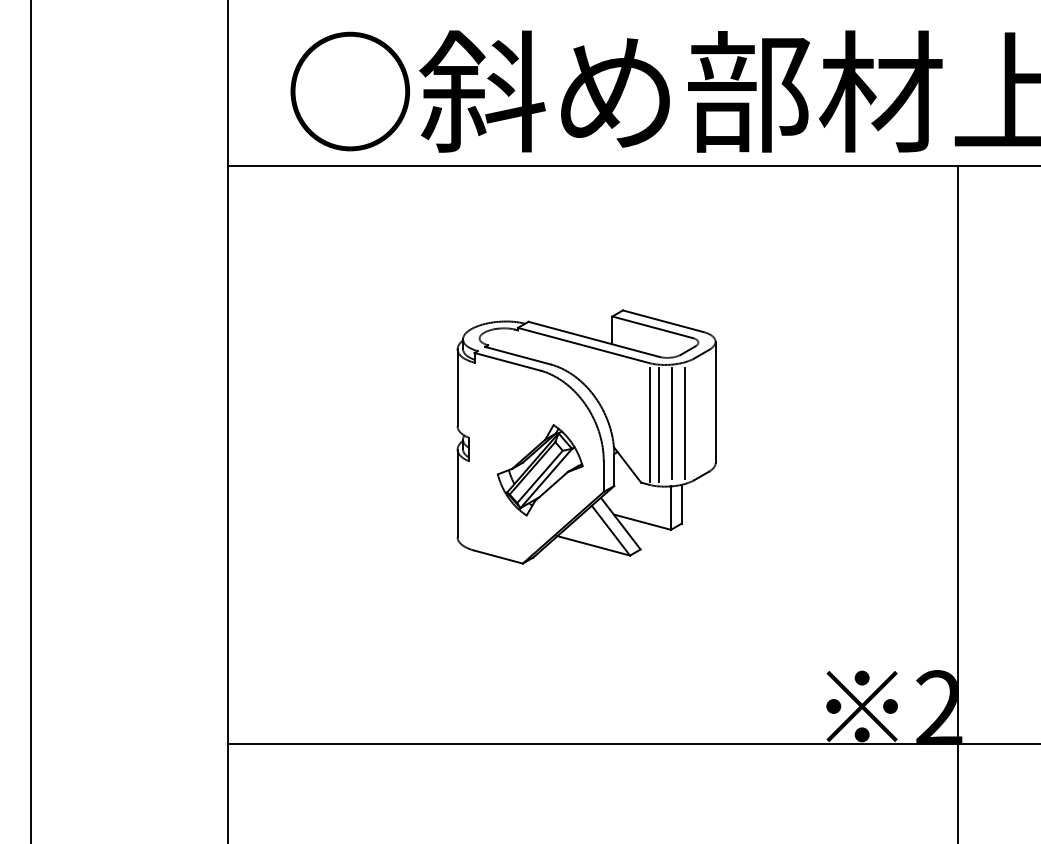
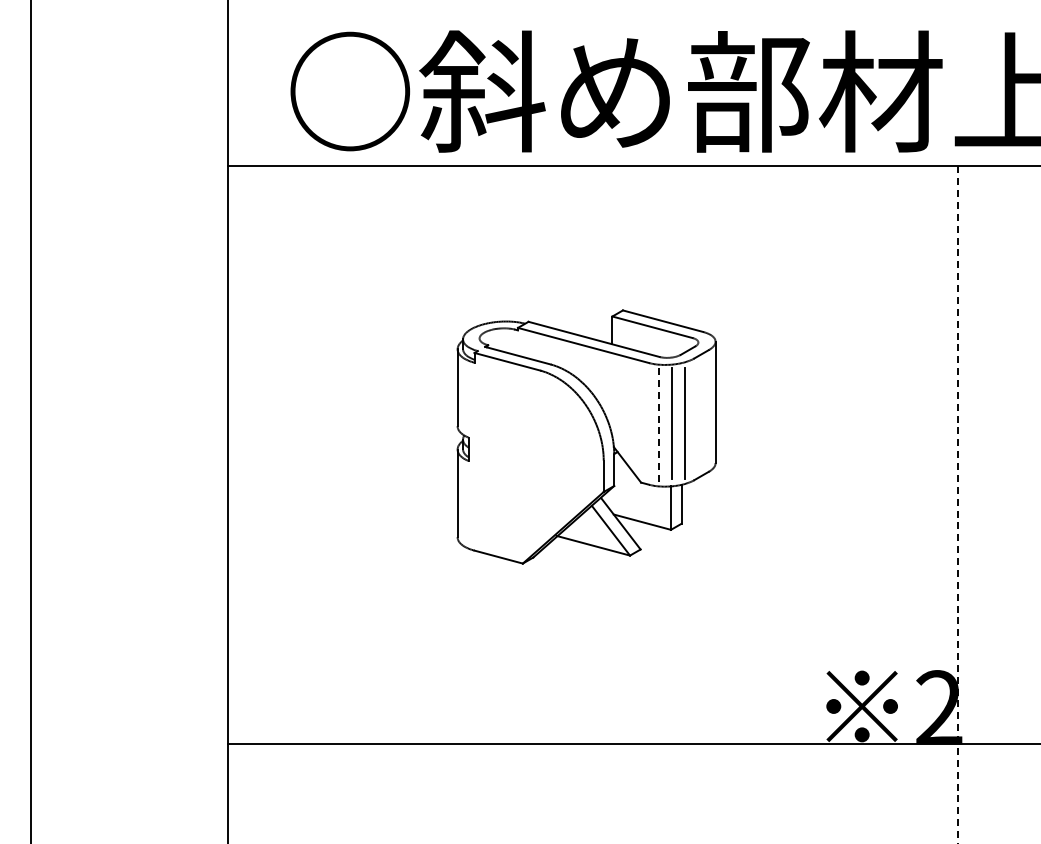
line at (650, 424): present -> none
line at (659, 425): solid -> dashed
part at (539, 470): present -> none
line at (958, 505): solid -> dashed
